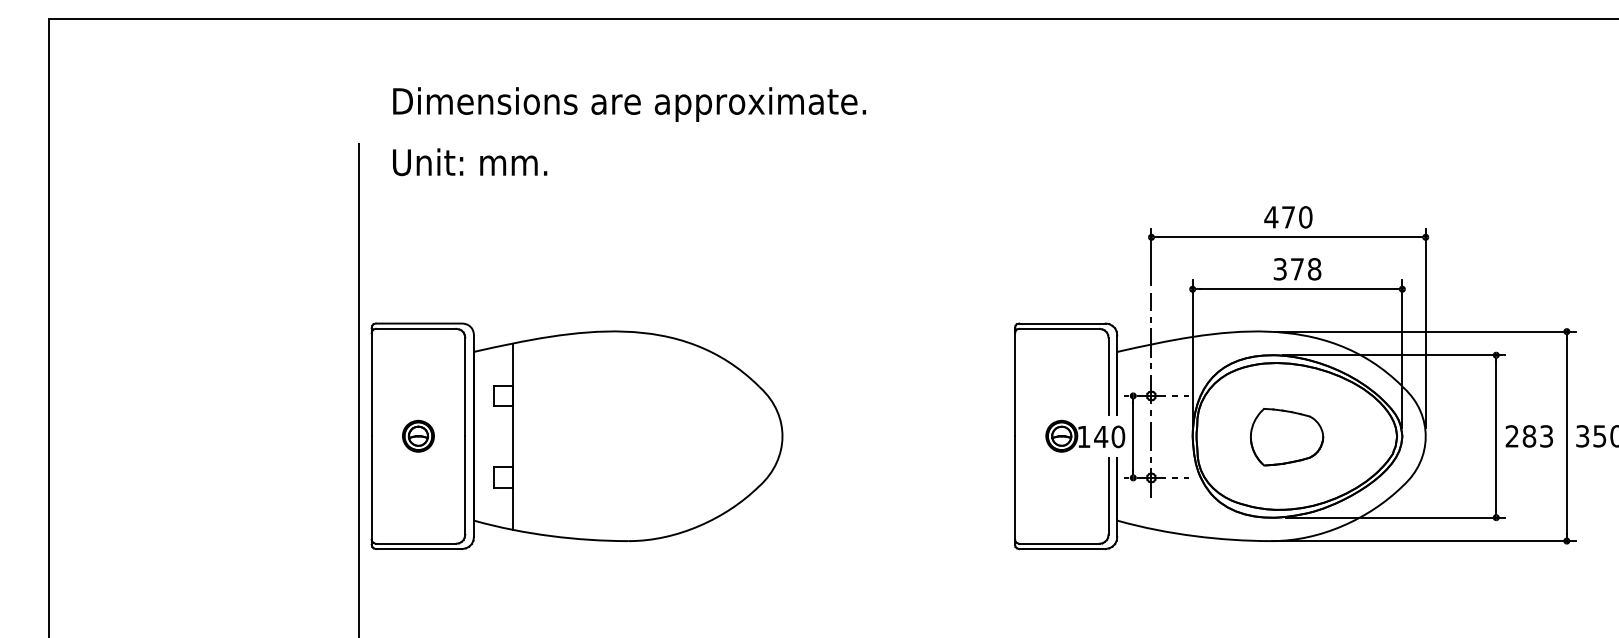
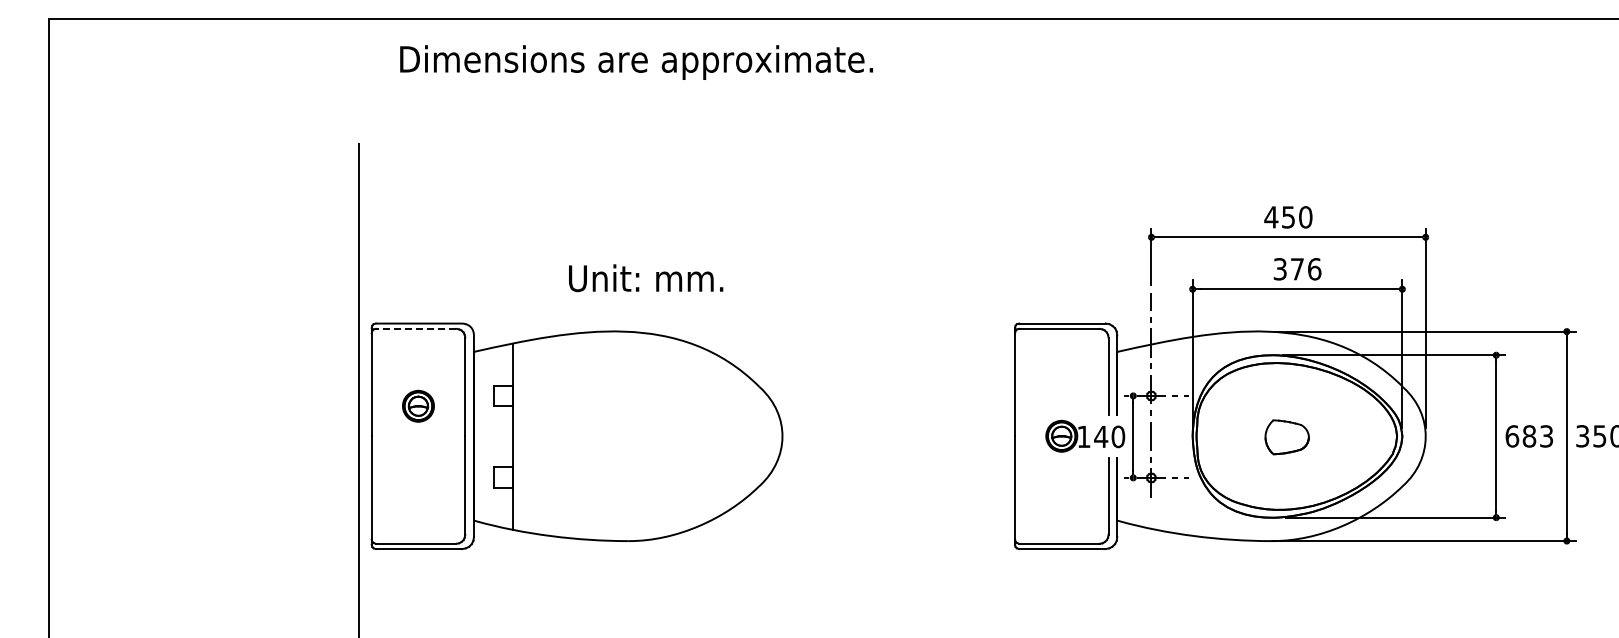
text at (629, 104) position: (629, 104) -> (636, 62)
text at (470, 162) position: (470, 162) -> (646, 278)
text at (1288, 217): 470 -> 450
text at (1314, 269): 378 -> 376
line at (415, 328): solid -> dashed
part at (418, 435) position: (418, 435) -> (418, 405)
text at (1512, 436): 283 -> 683
part at (1287, 437) size: 75x59 px -> 46x37 px
